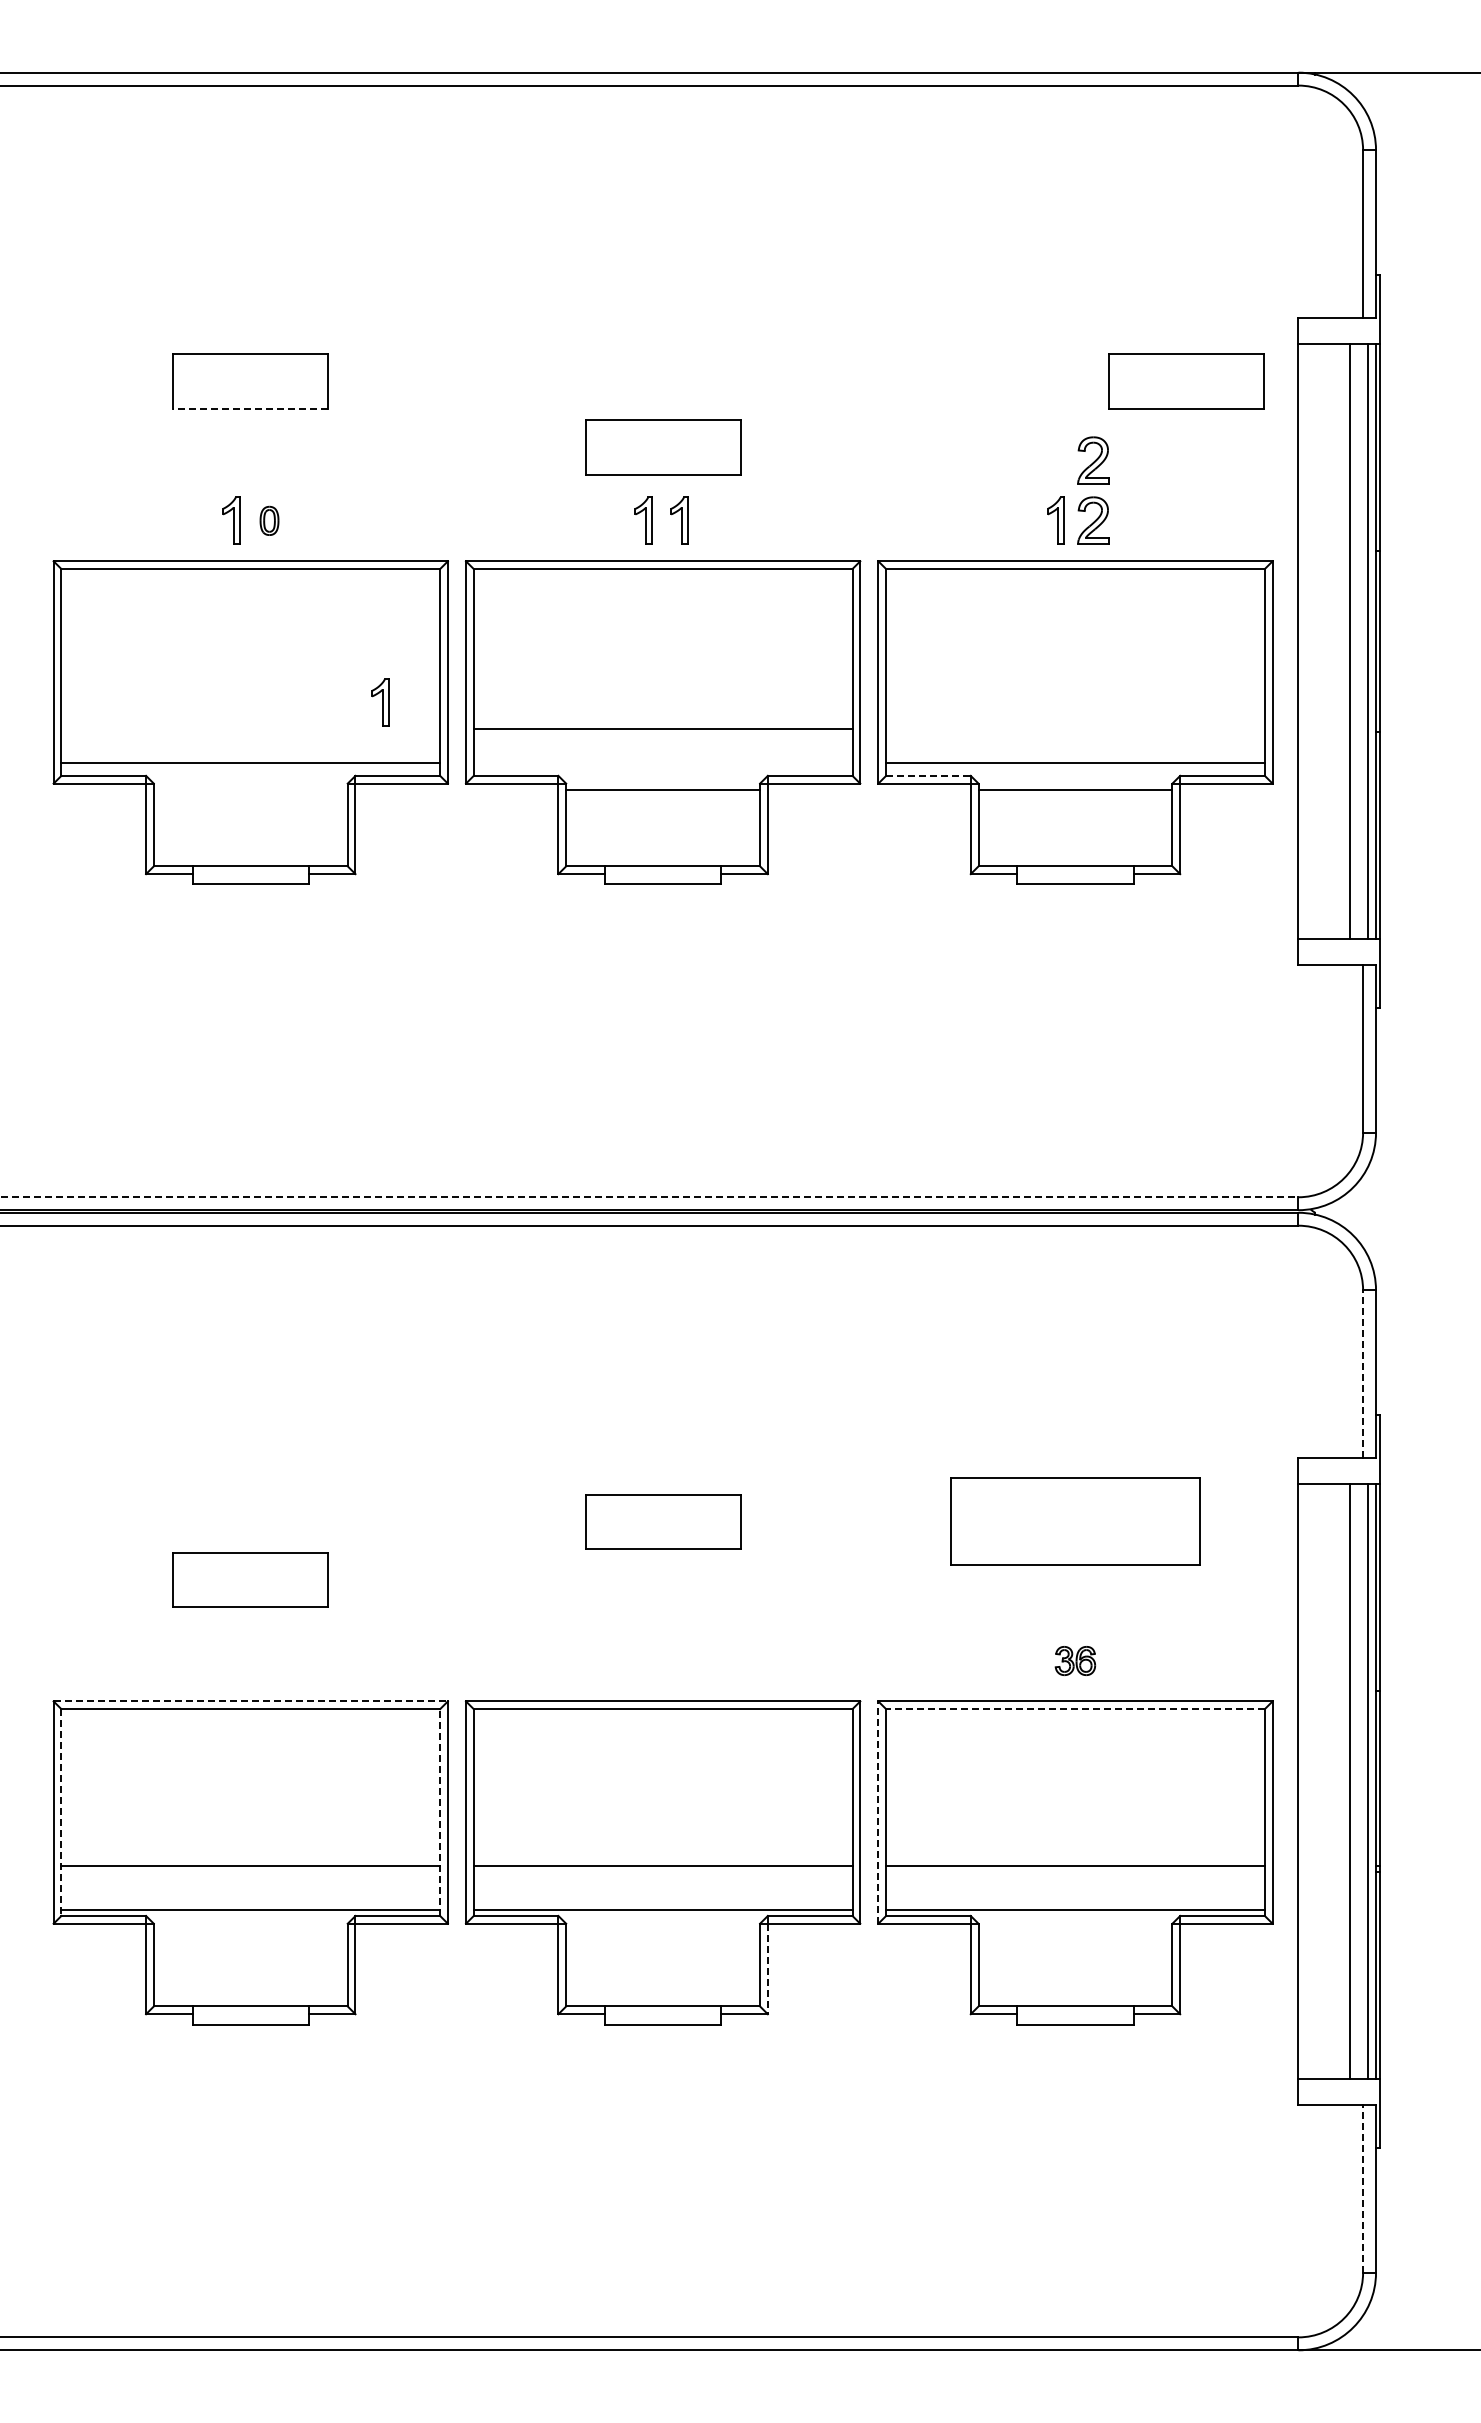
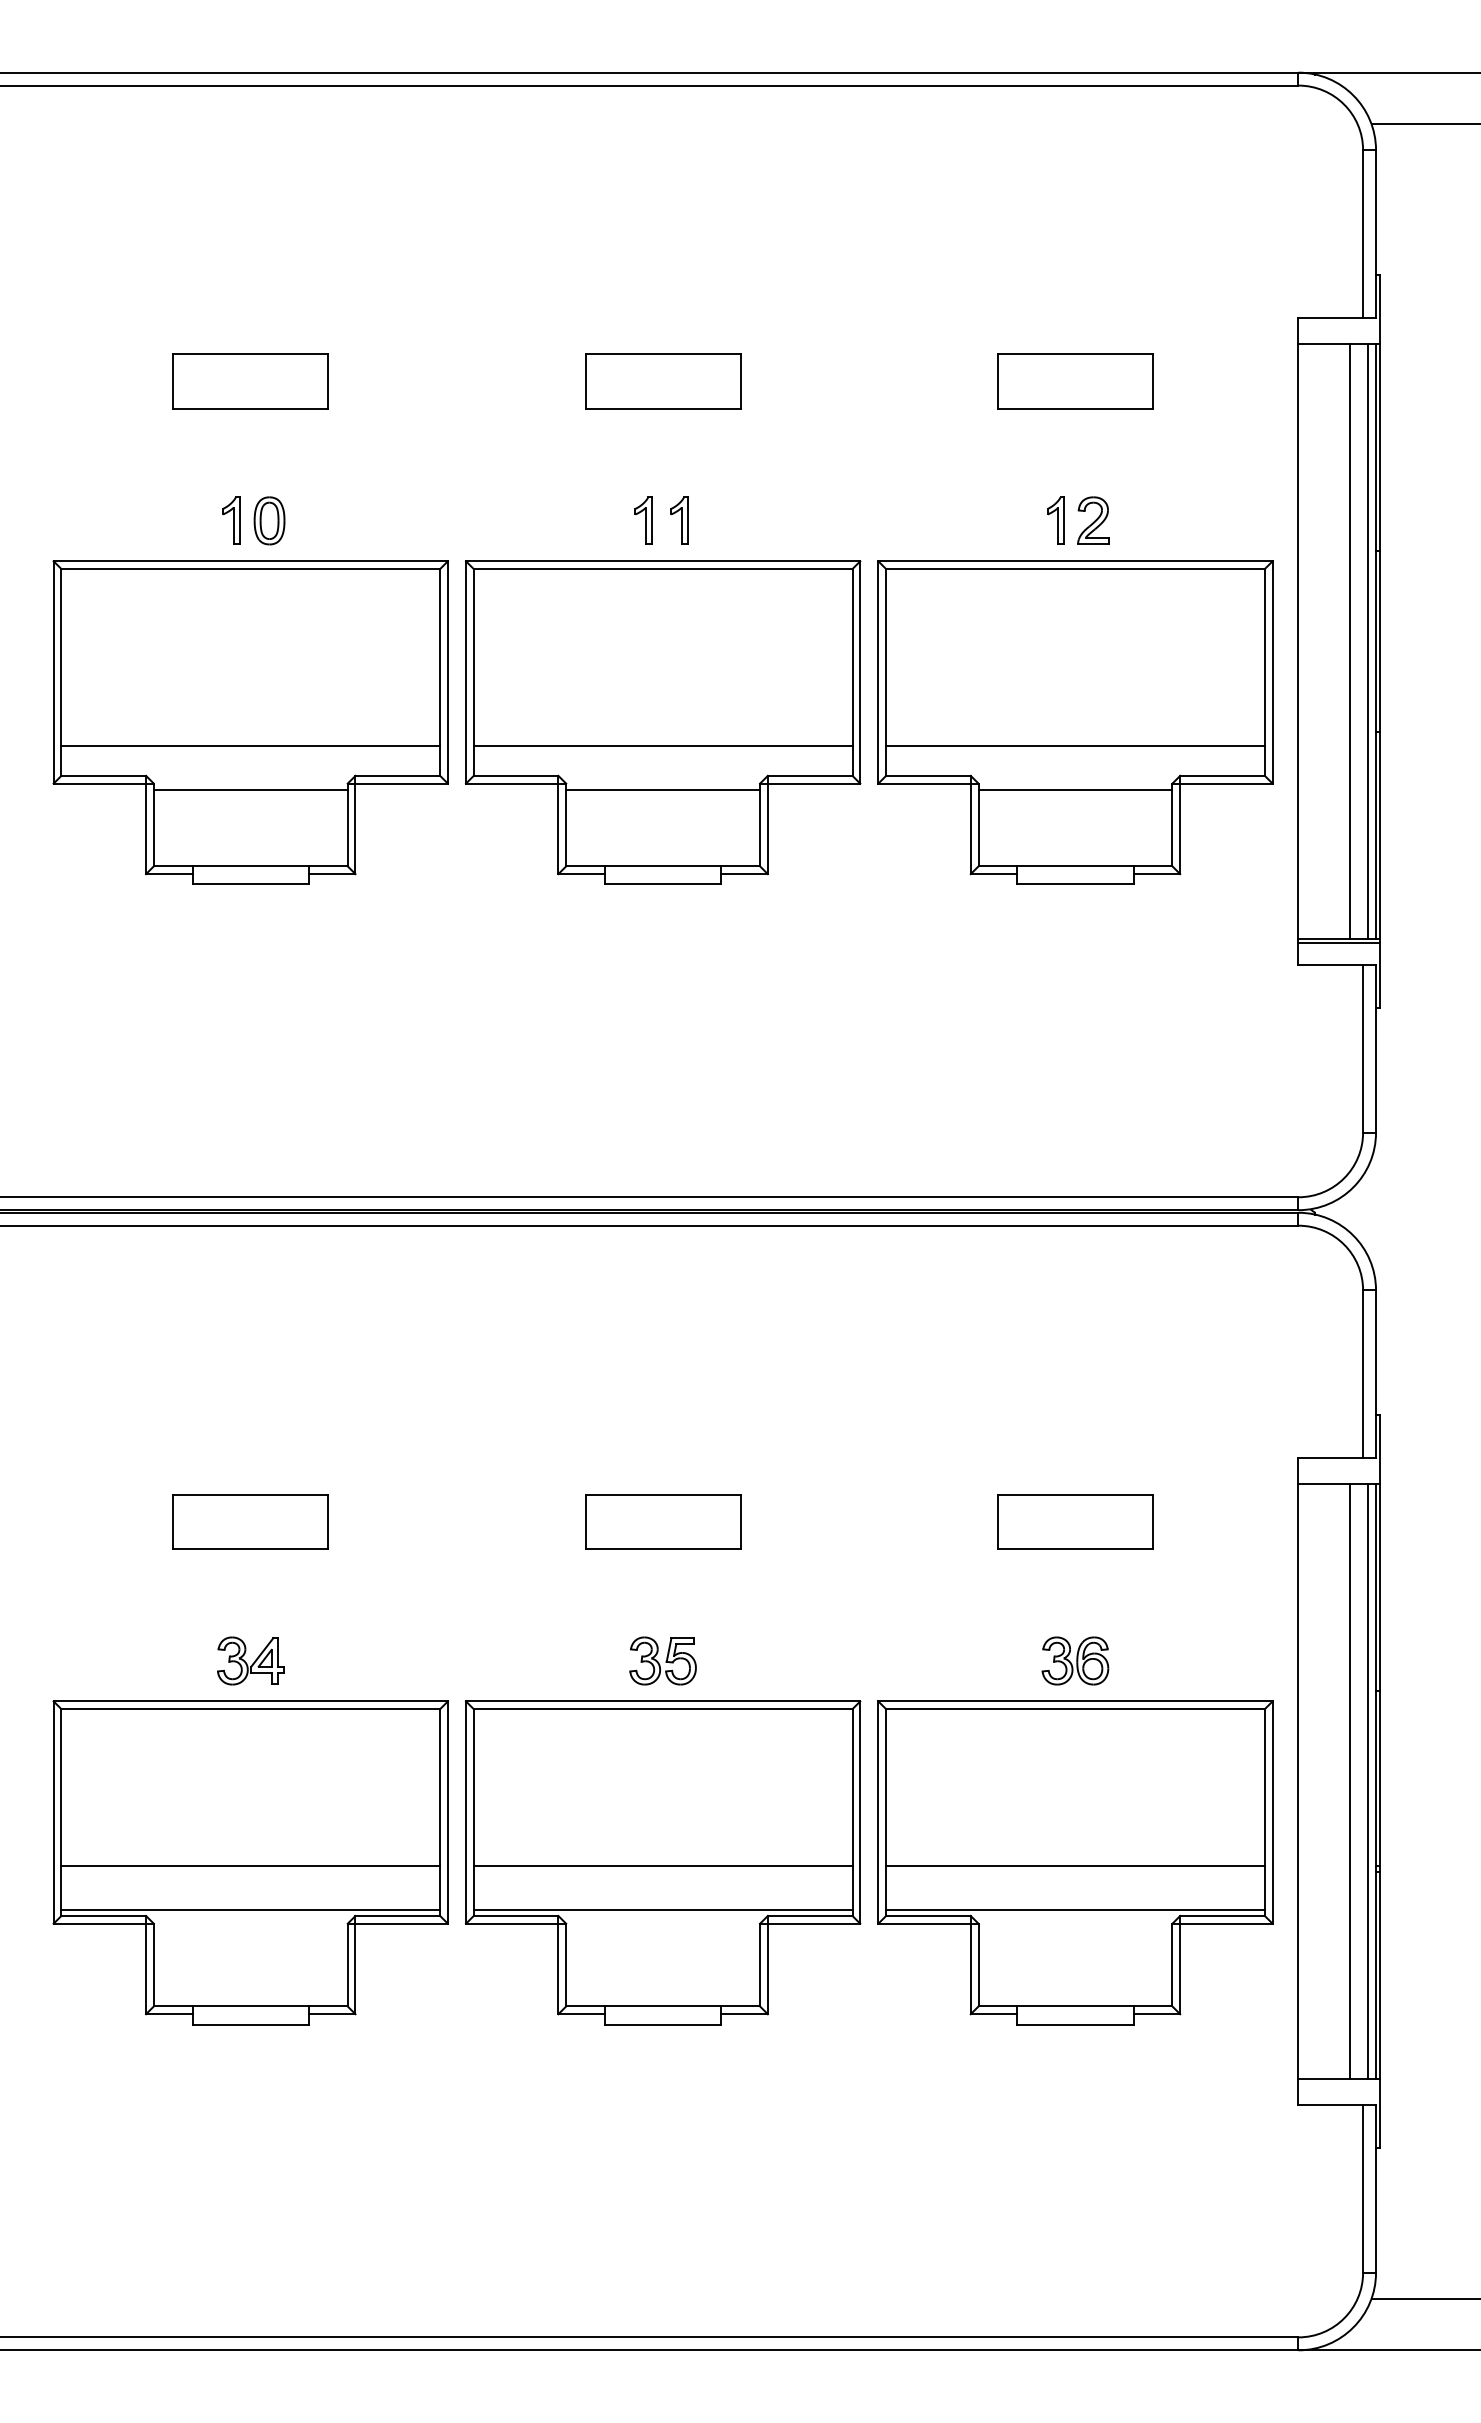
line at (1424, 124): none -> present
part at (1186, 381) position: (1186, 381) -> (1075, 381)
line at (250, 408): dashed -> solid
part at (663, 447) position: (663, 447) -> (663, 381)
part at (1093, 460): present -> none
part at (269, 520) size: 21x31 px -> 33x50 px
part at (380, 702): present -> none
line at (662, 729) position: (662, 729) -> (662, 746)
line at (250, 763) position: (250, 763) -> (250, 746)
line at (1075, 763) position: (1075, 763) -> (1075, 746)
line at (928, 775): dashed -> solid
line at (250, 790): none -> present
line at (1338, 942): none -> present
line at (649, 1197): dashed -> solid
line at (1363, 1373): dashed -> solid
part at (1075, 1521) size: 251x89 px -> 157x56 px
part at (250, 1579) position: (250, 1579) -> (250, 1521)
part at (250, 1660): none -> present
part at (662, 1660): none -> present
part at (1075, 1660) size: 43x30 px -> 69x50 px
line at (251, 1701): dashed -> solid
line at (1074, 1709): dashed -> solid
line at (440, 1812): dashed -> solid
line at (878, 1812): dashed -> solid
line at (61, 1813): dashed -> solid
line at (767, 1969): dashed -> solid
line at (1363, 2188): dashed -> solid
line at (1424, 2298): none -> present
